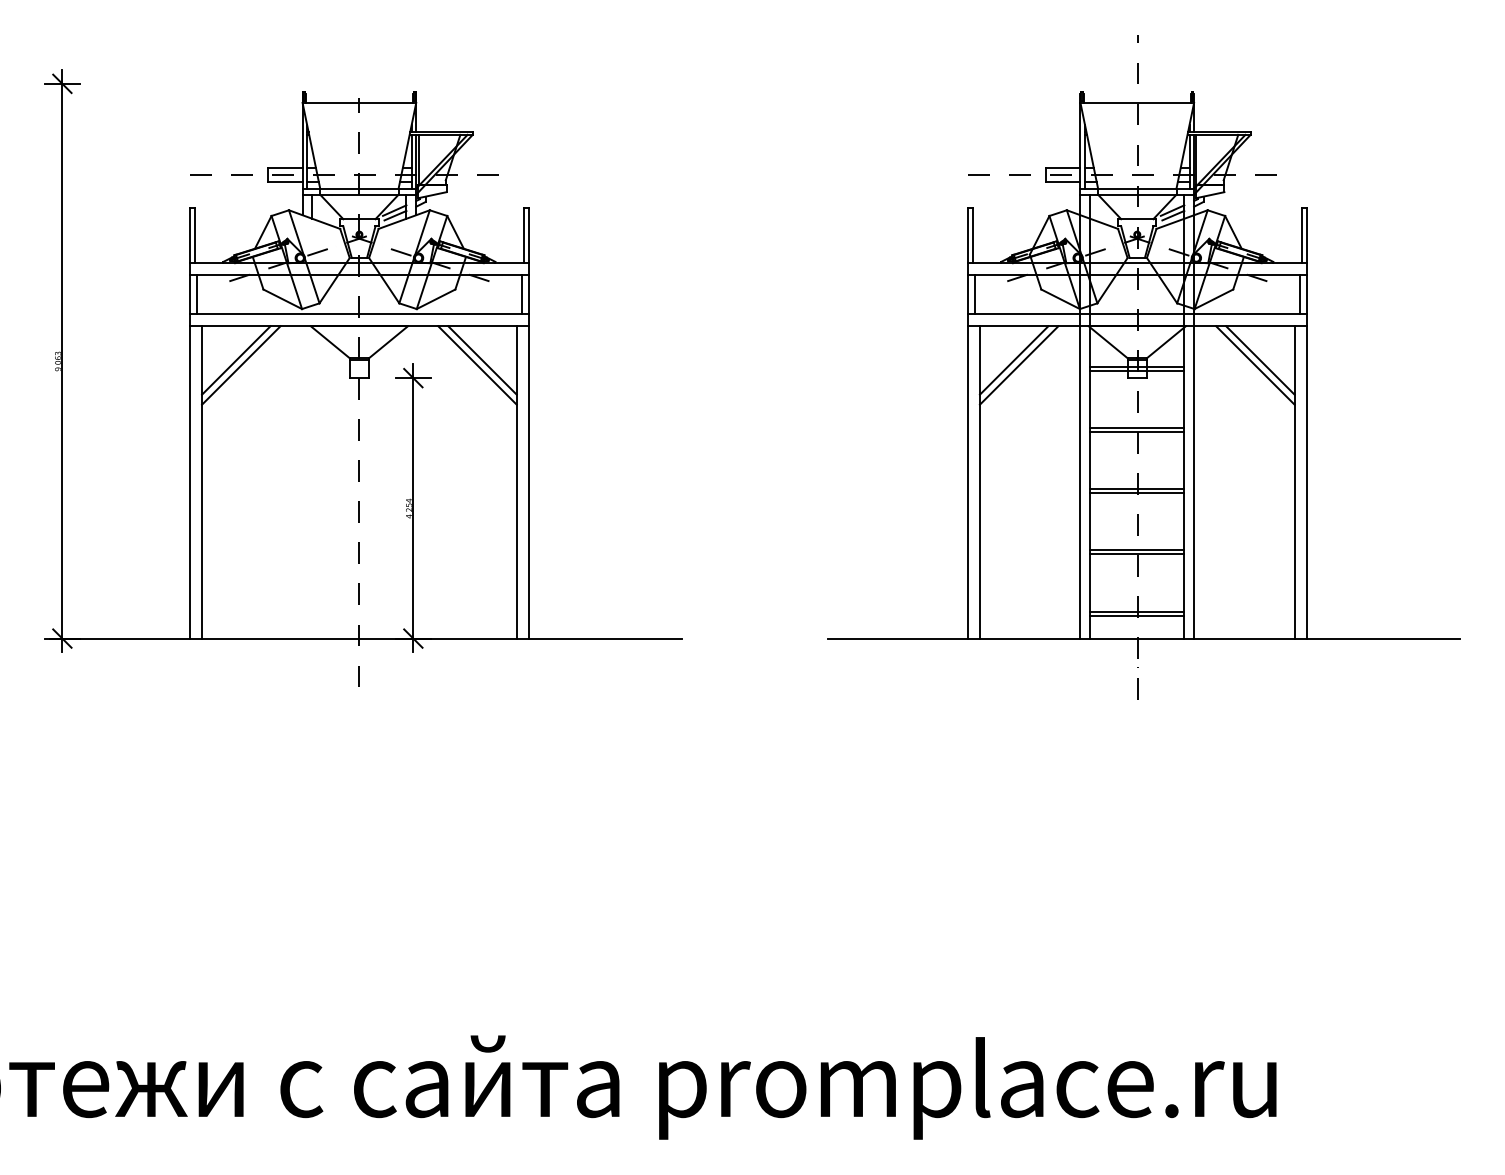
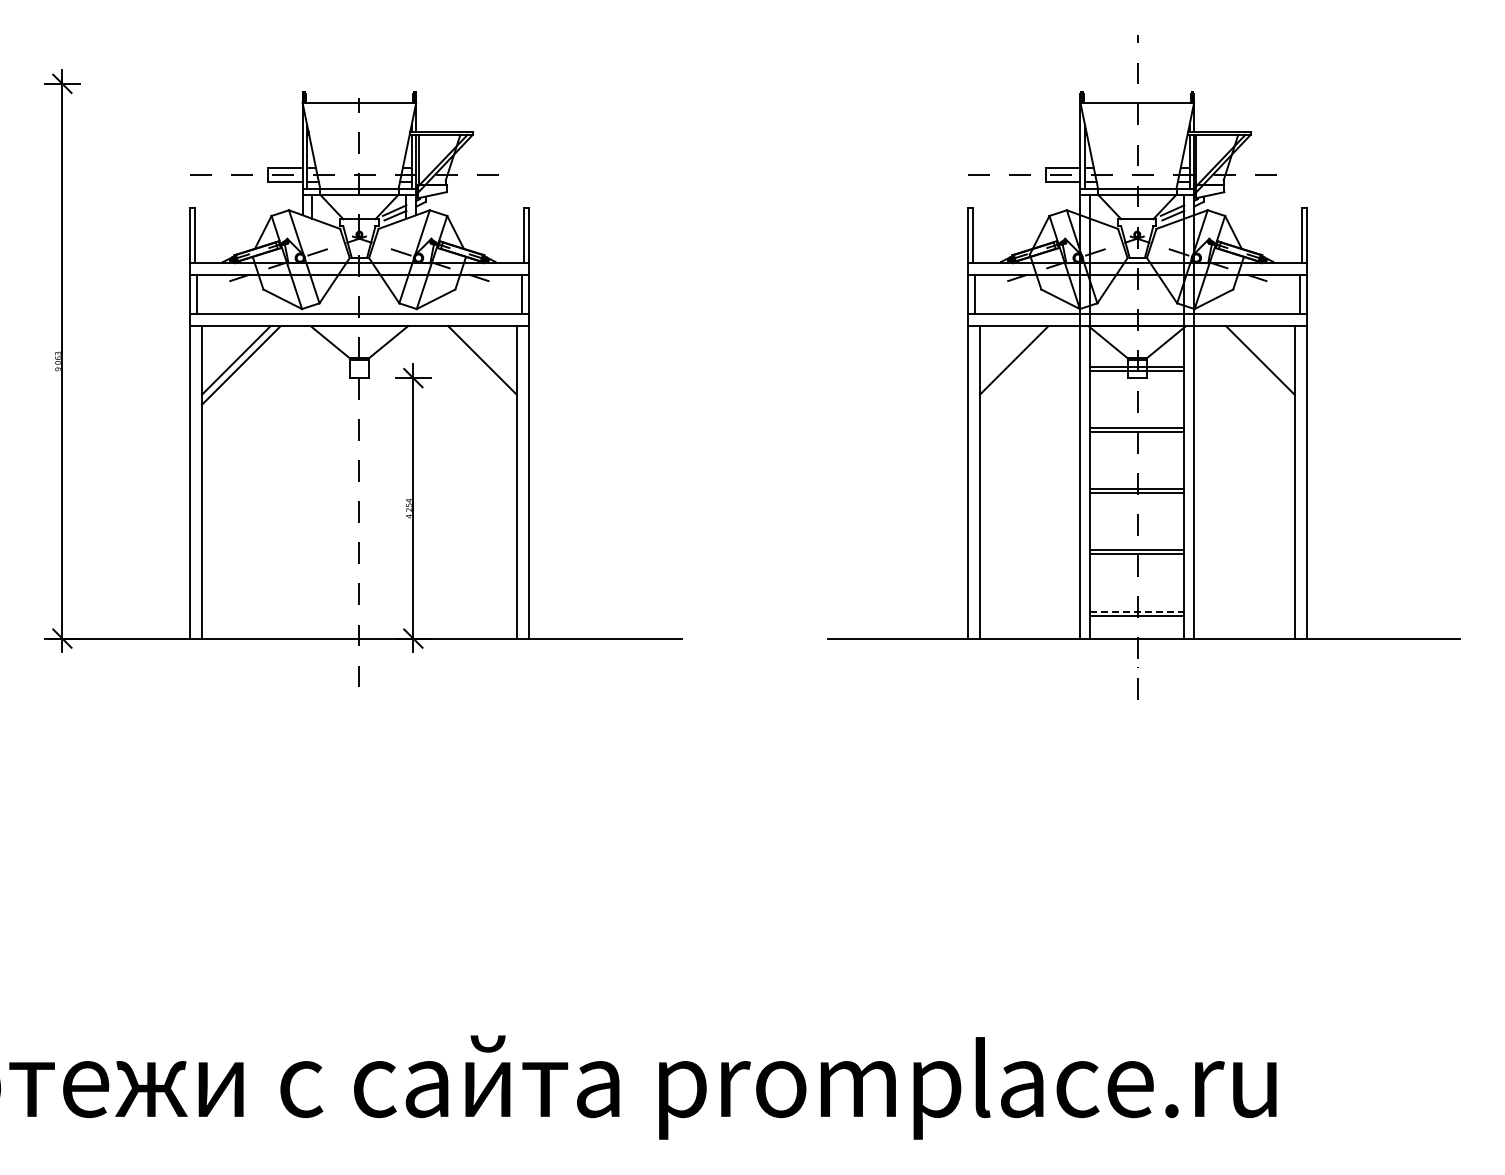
line at (477, 365): present -> none
line at (1018, 365): present -> none
line at (1255, 365): present -> none
line at (1137, 611): solid -> dashed
